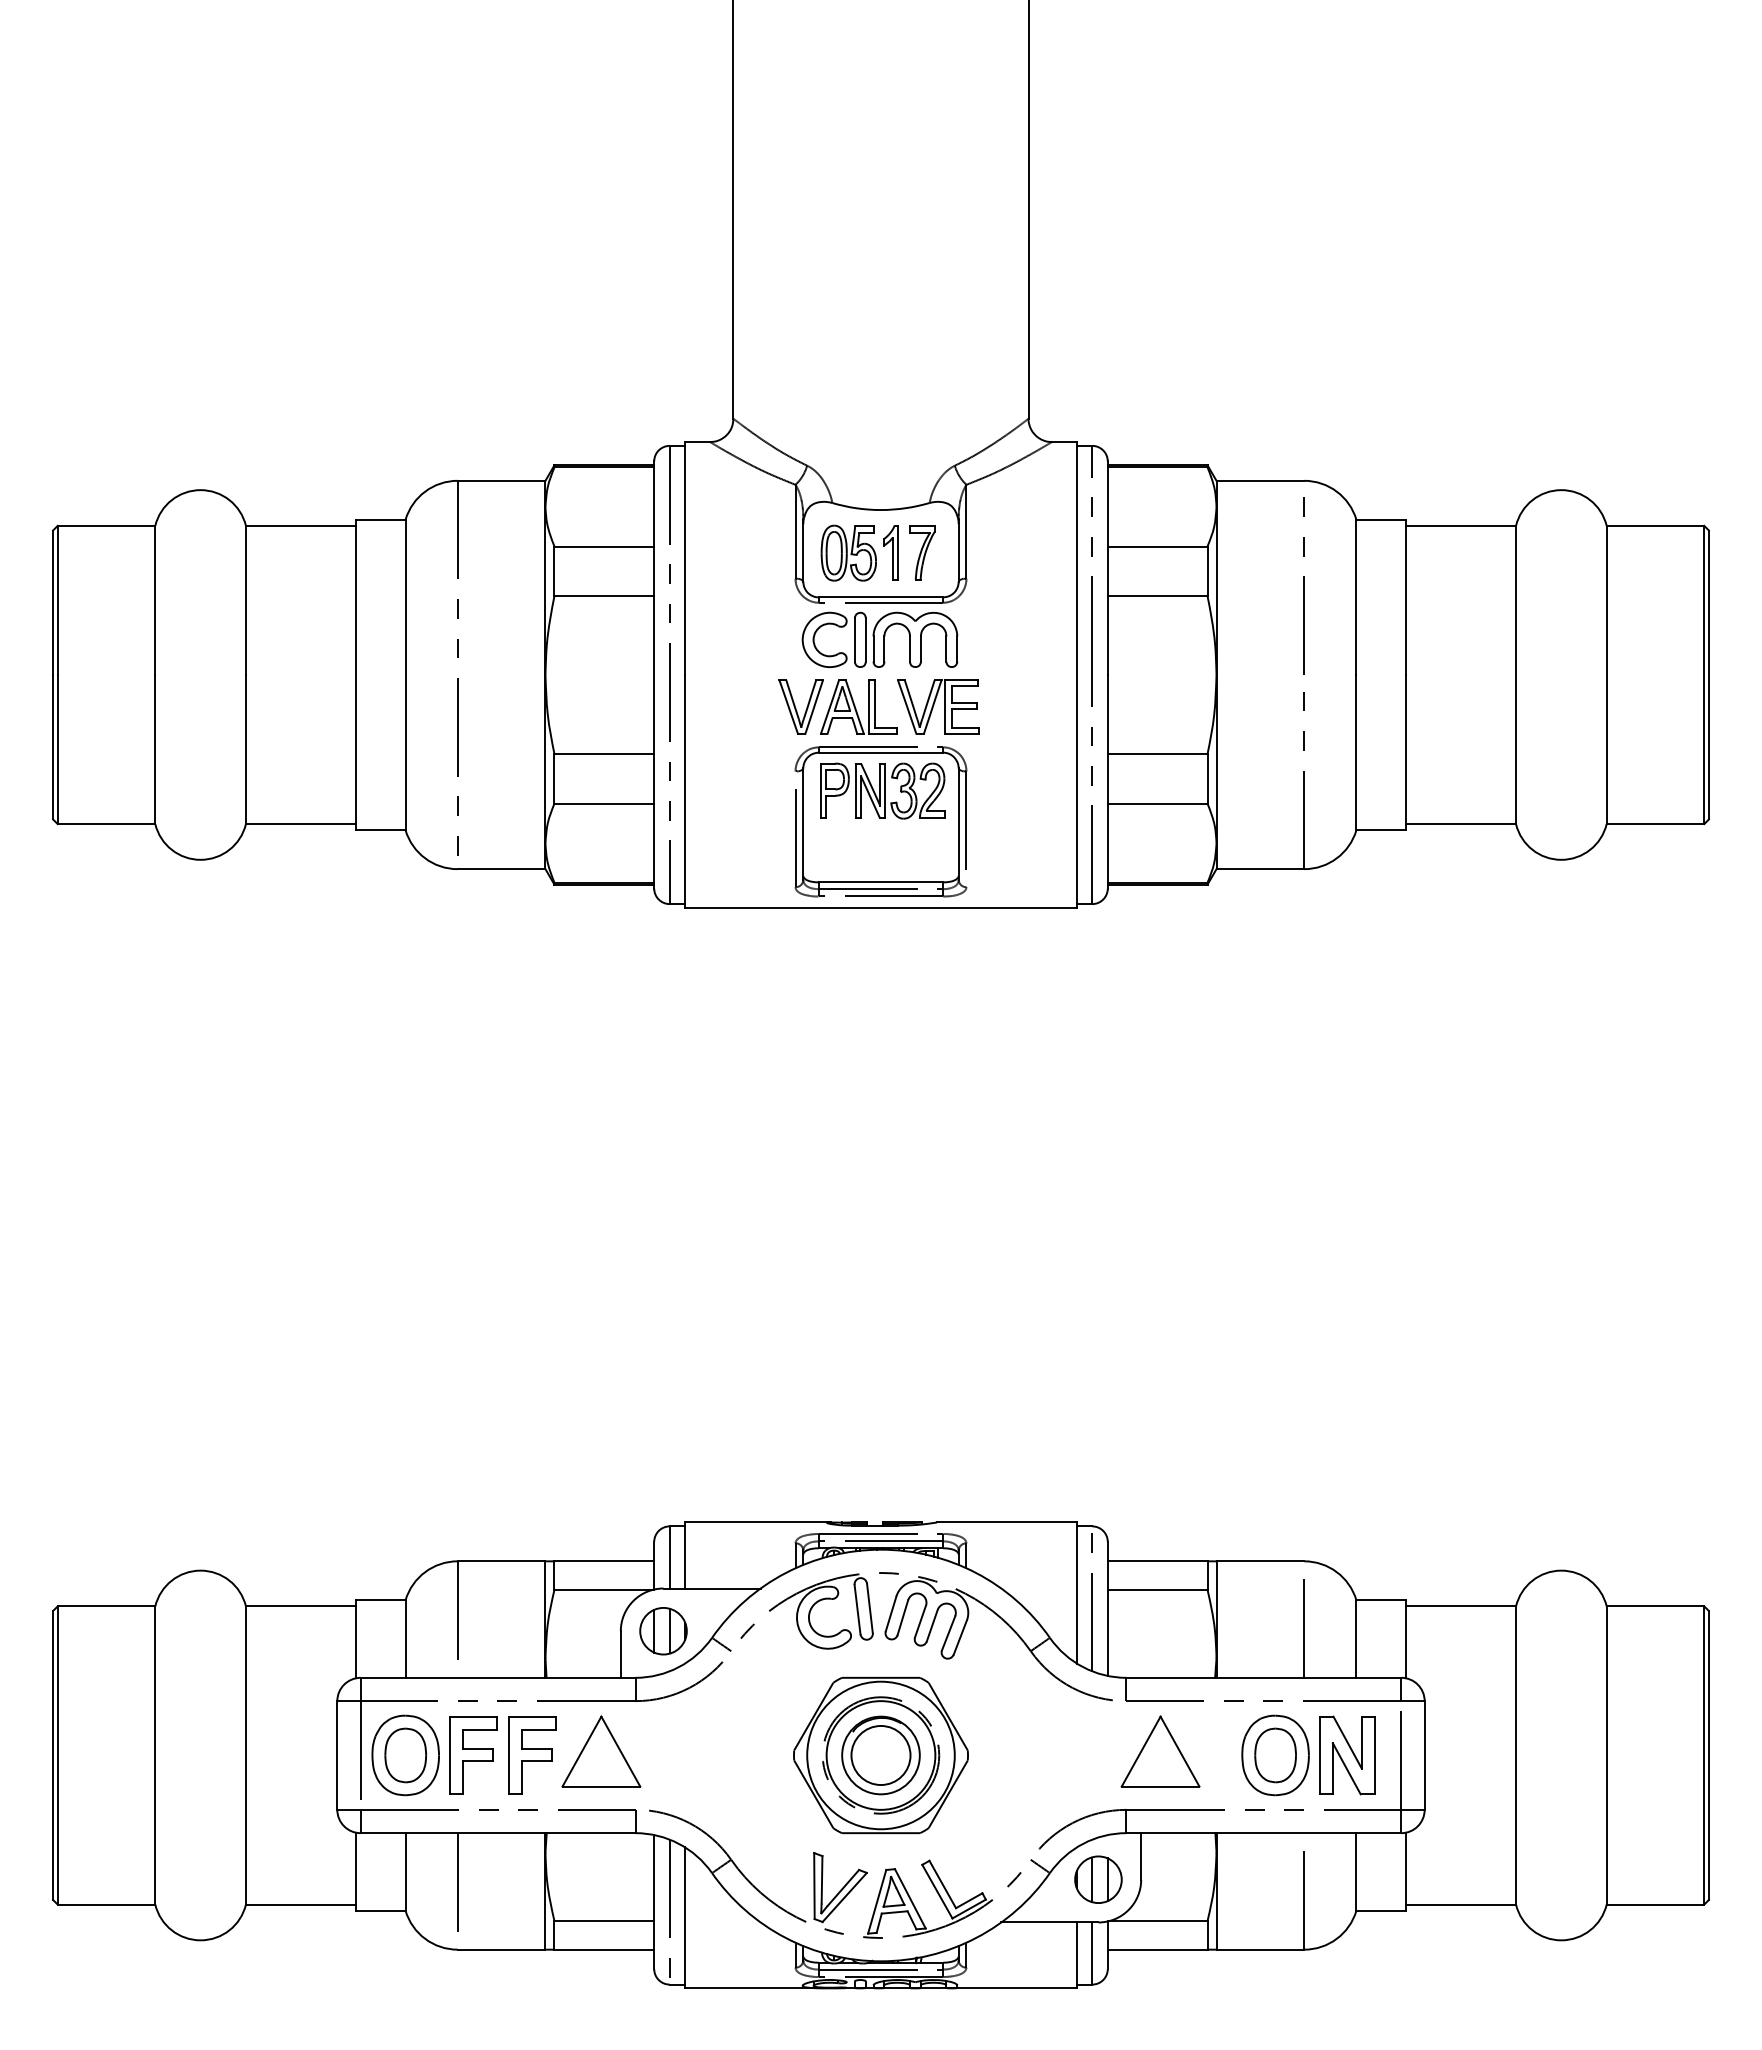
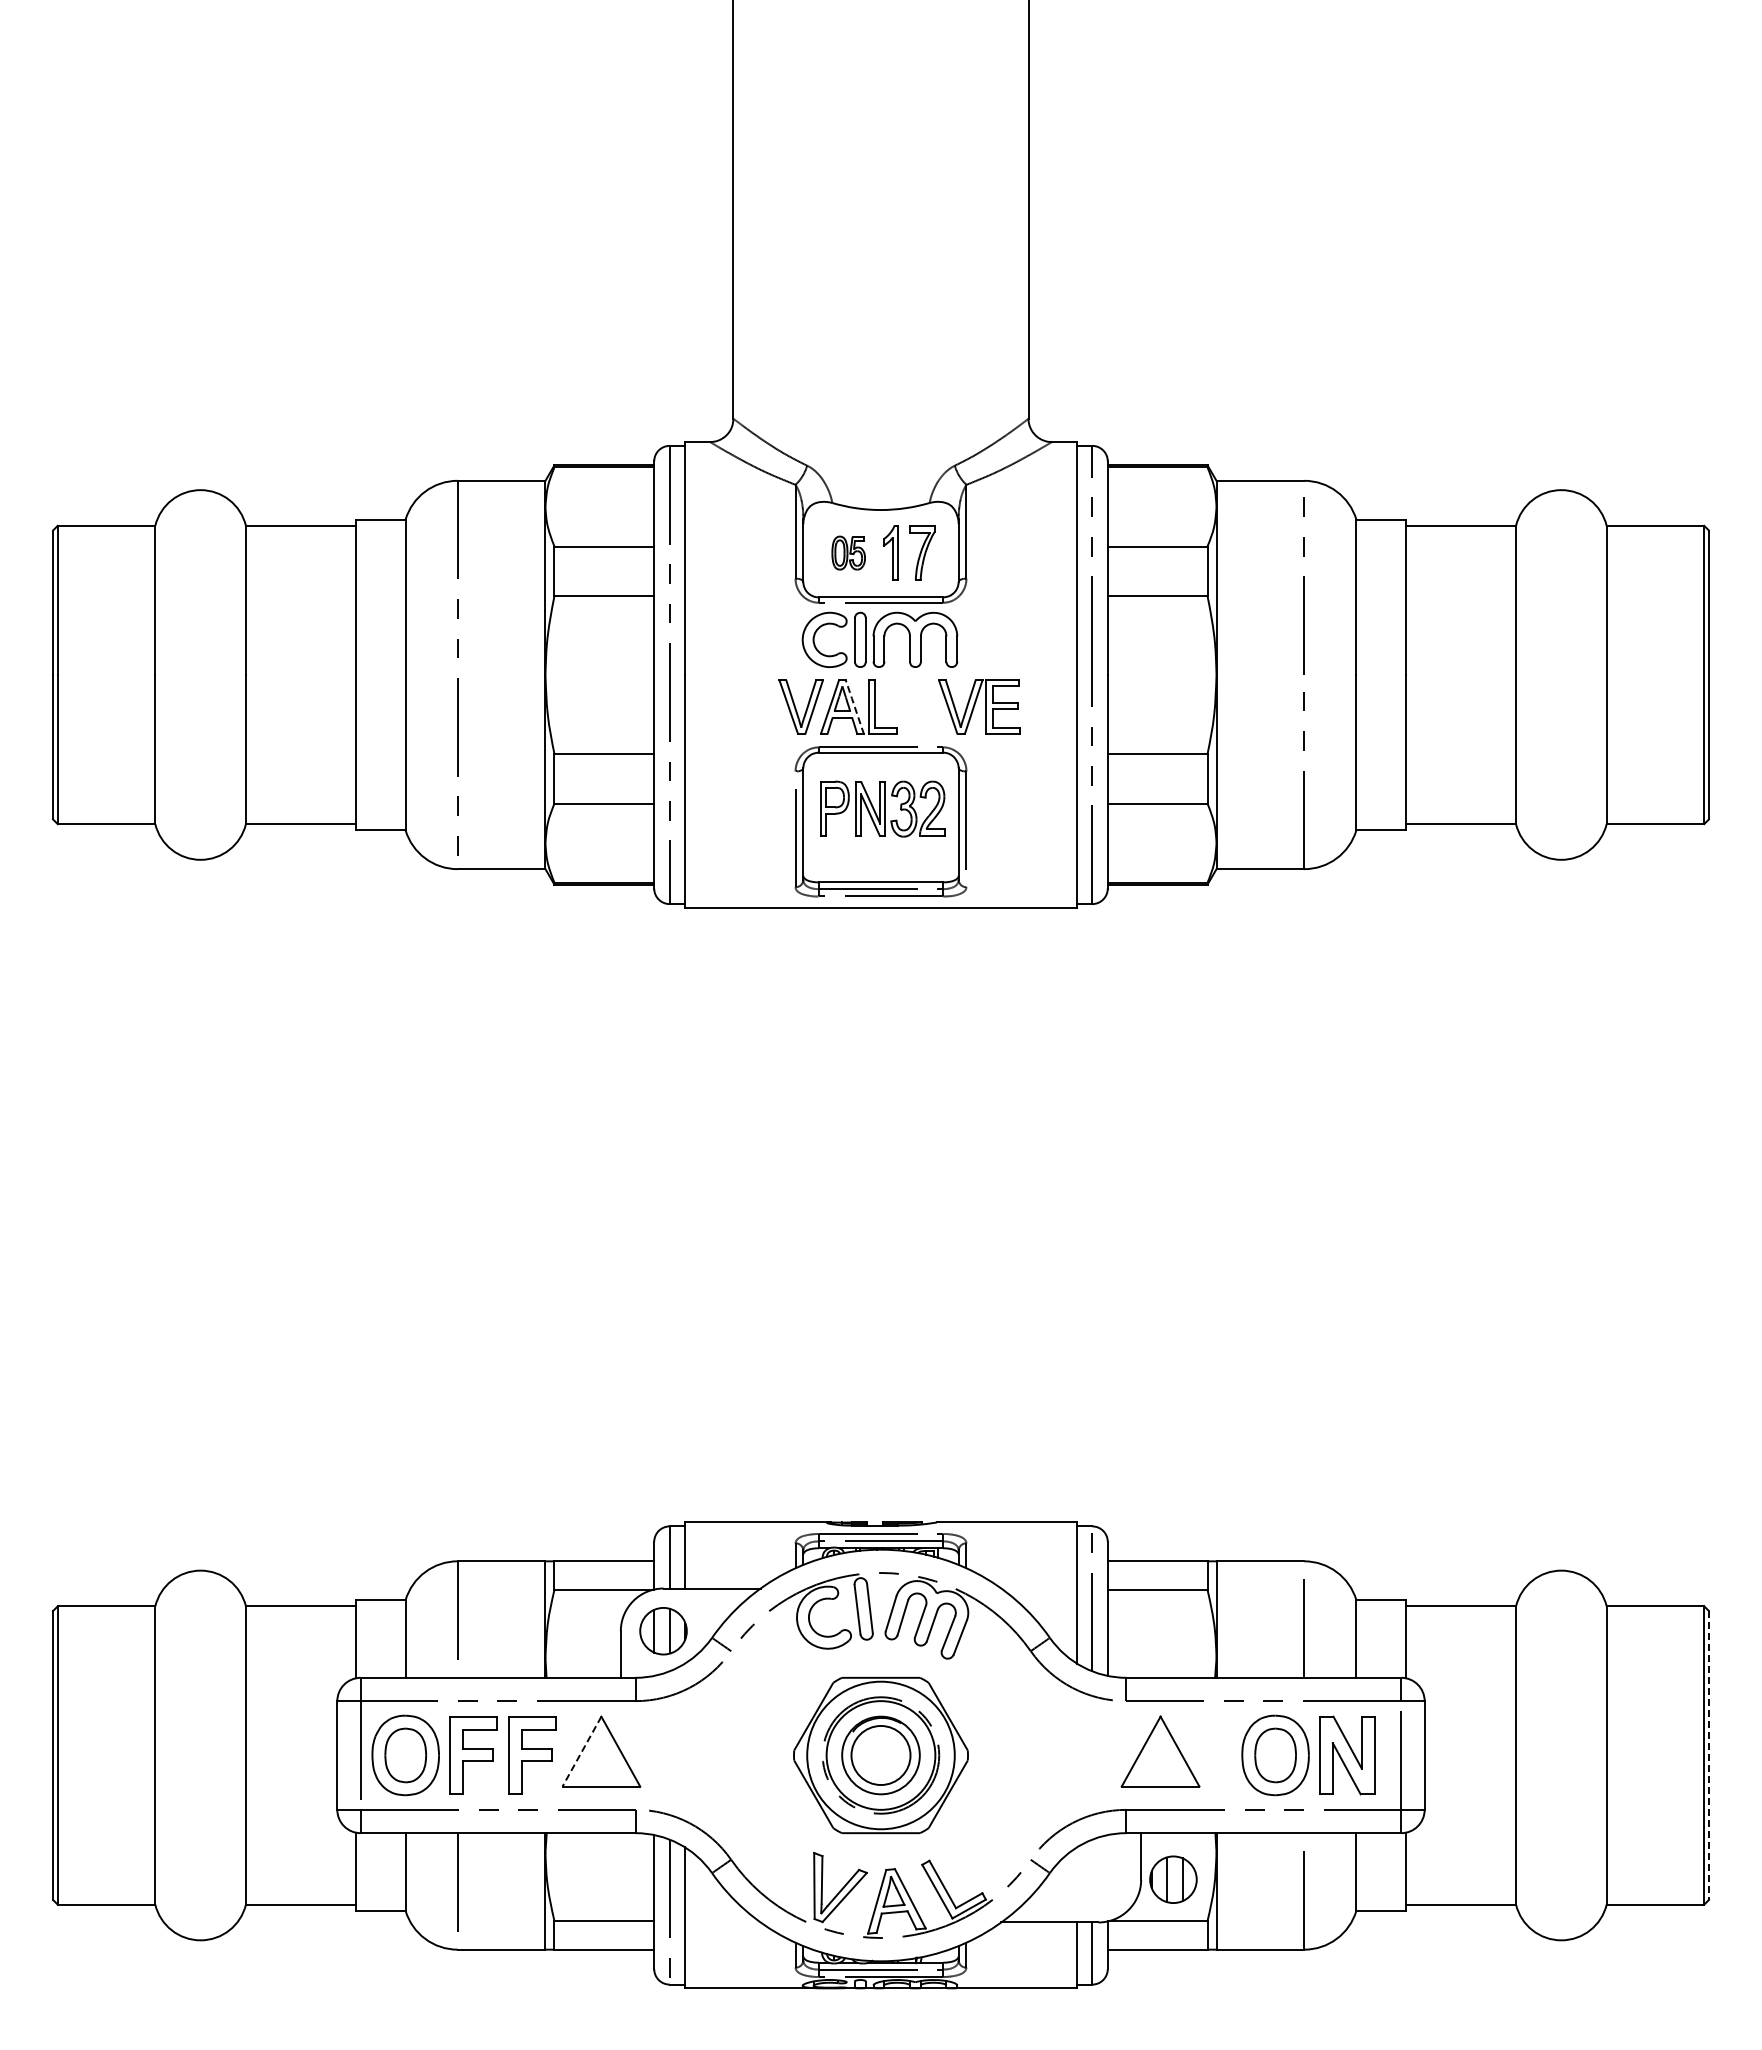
part at (848, 552) size: 57x58 px -> 35x36 px
line at (854, 706): solid -> dashed
part at (938, 706) position: (938, 706) -> (979, 706)
part at (882, 790) position: (882, 790) -> (882, 808)
line at (581, 1751): solid -> dashed
line at (1708, 1755): solid -> dashed
part at (1098, 1879) position: (1098, 1879) -> (1173, 1879)
